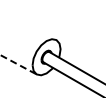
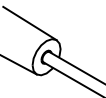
line at (29, 23): none -> present
line at (19, 65): dashed -> solid
